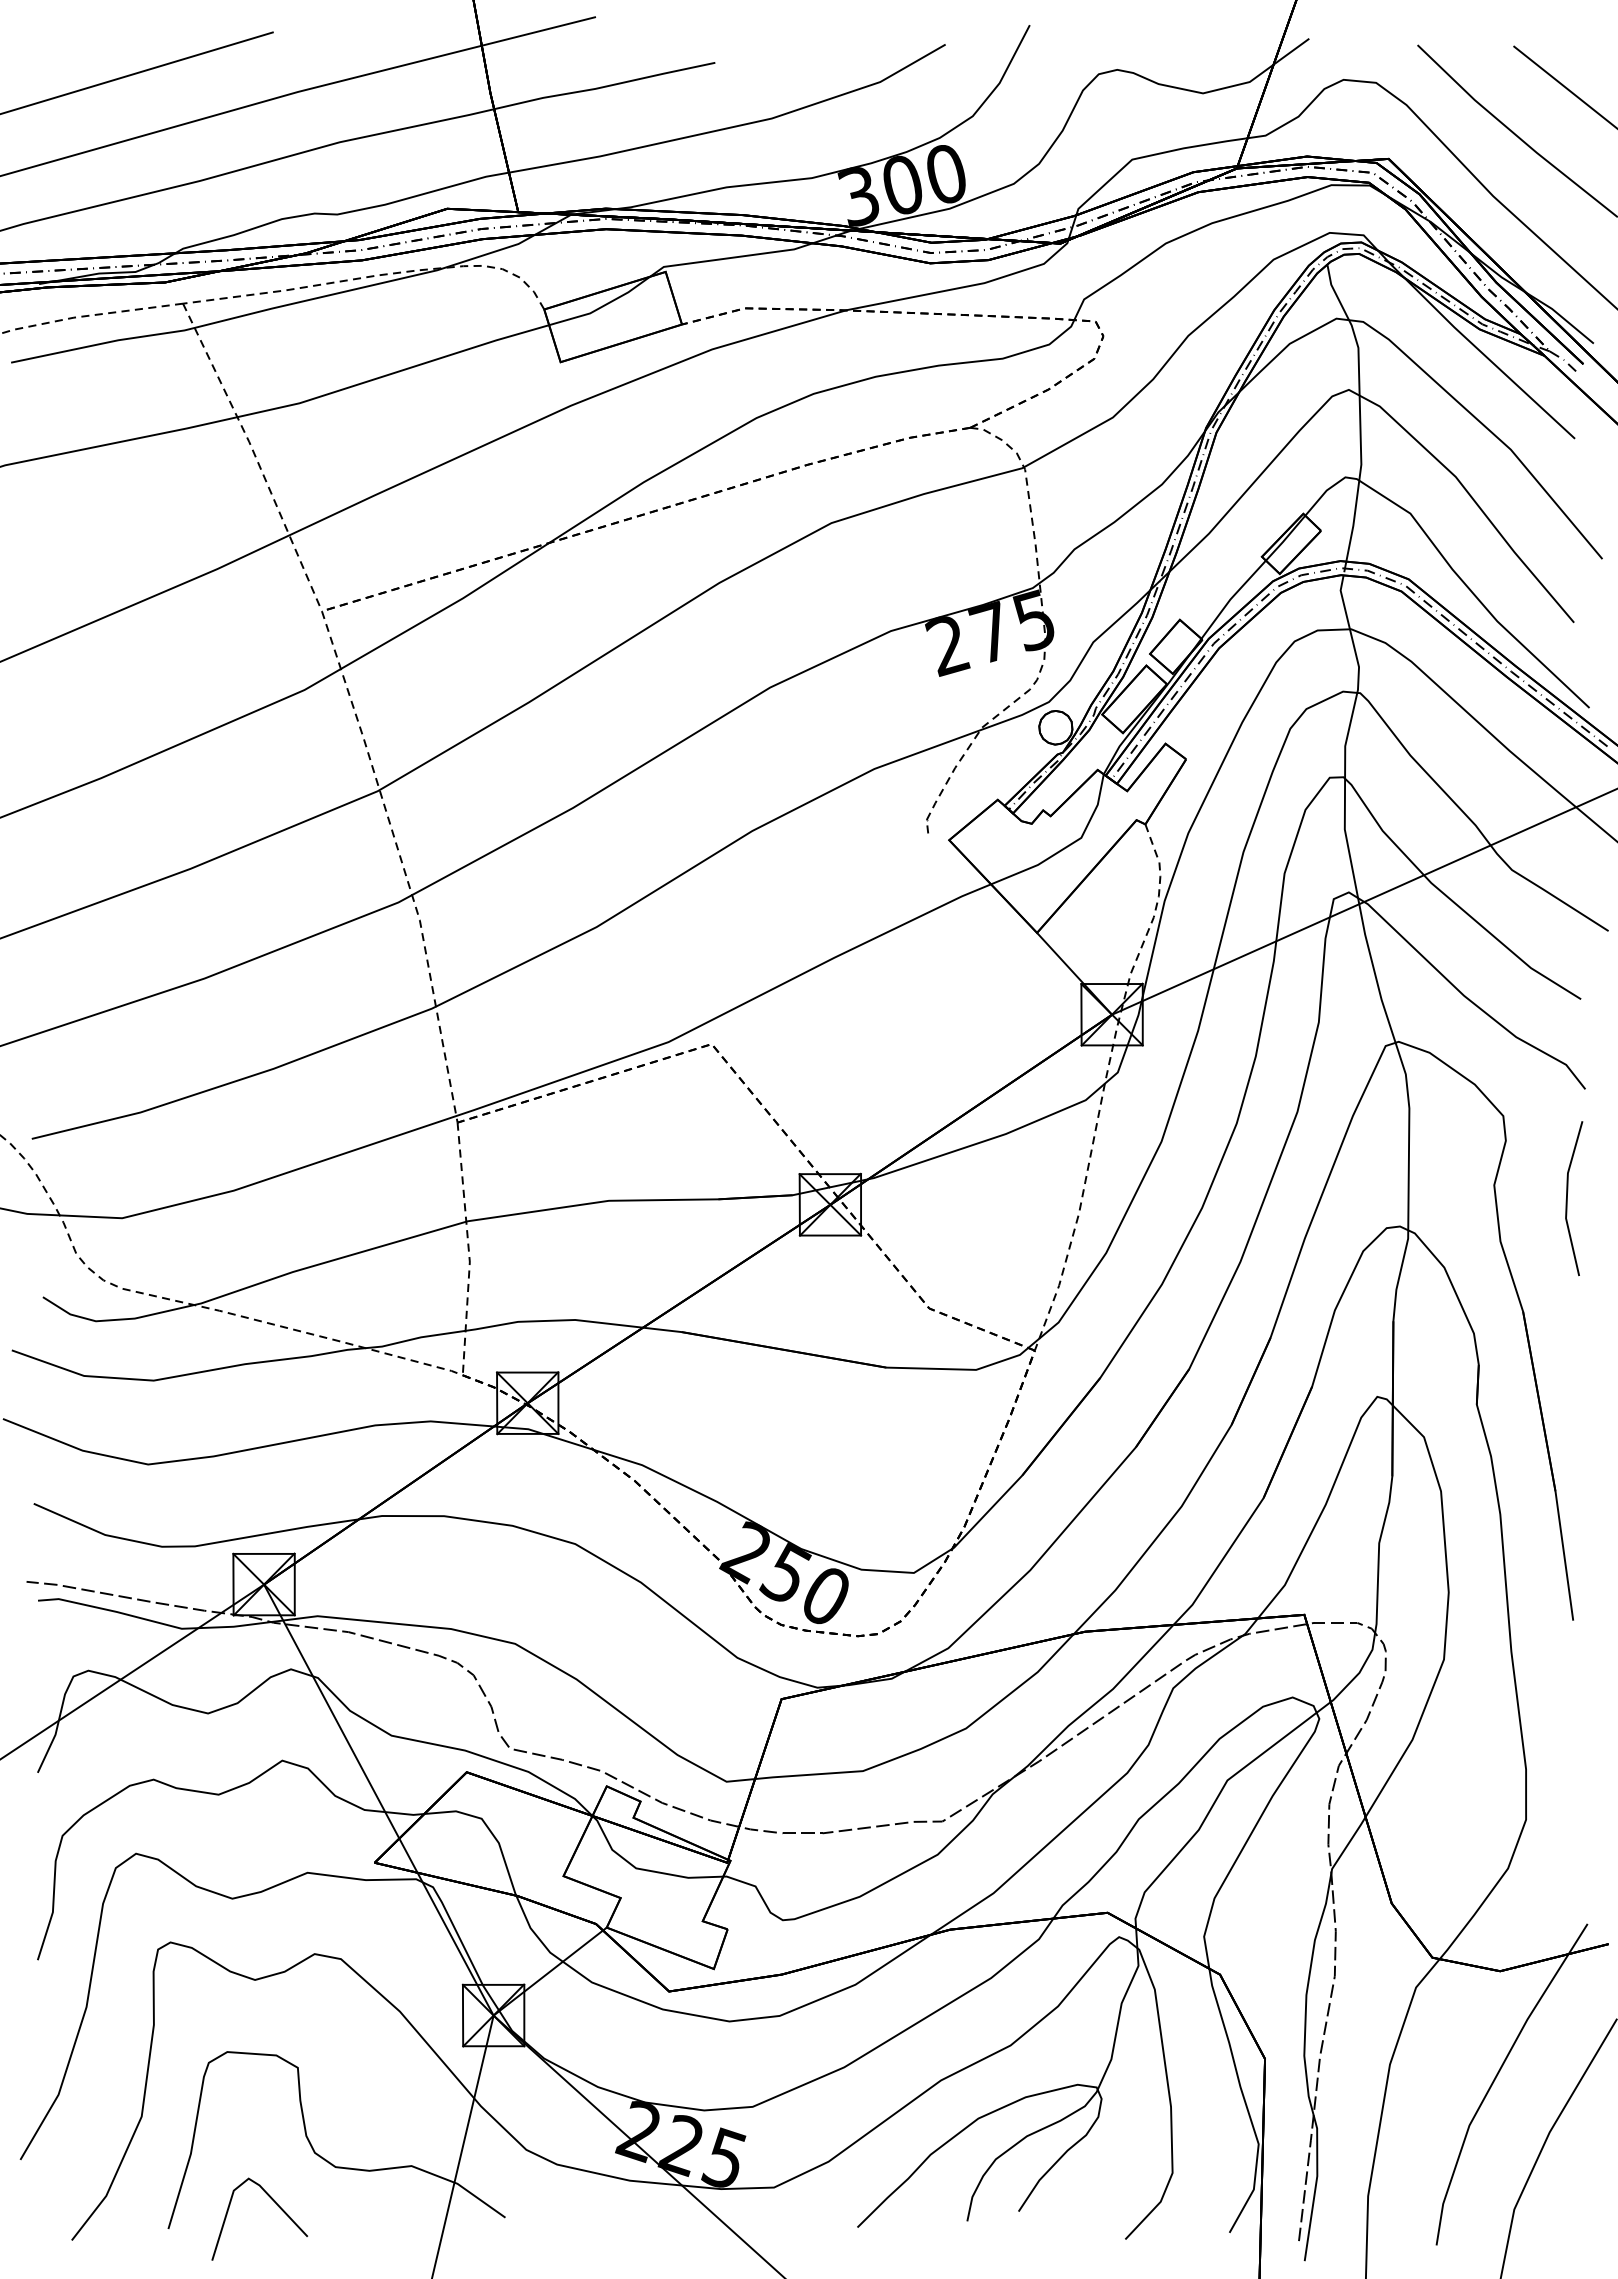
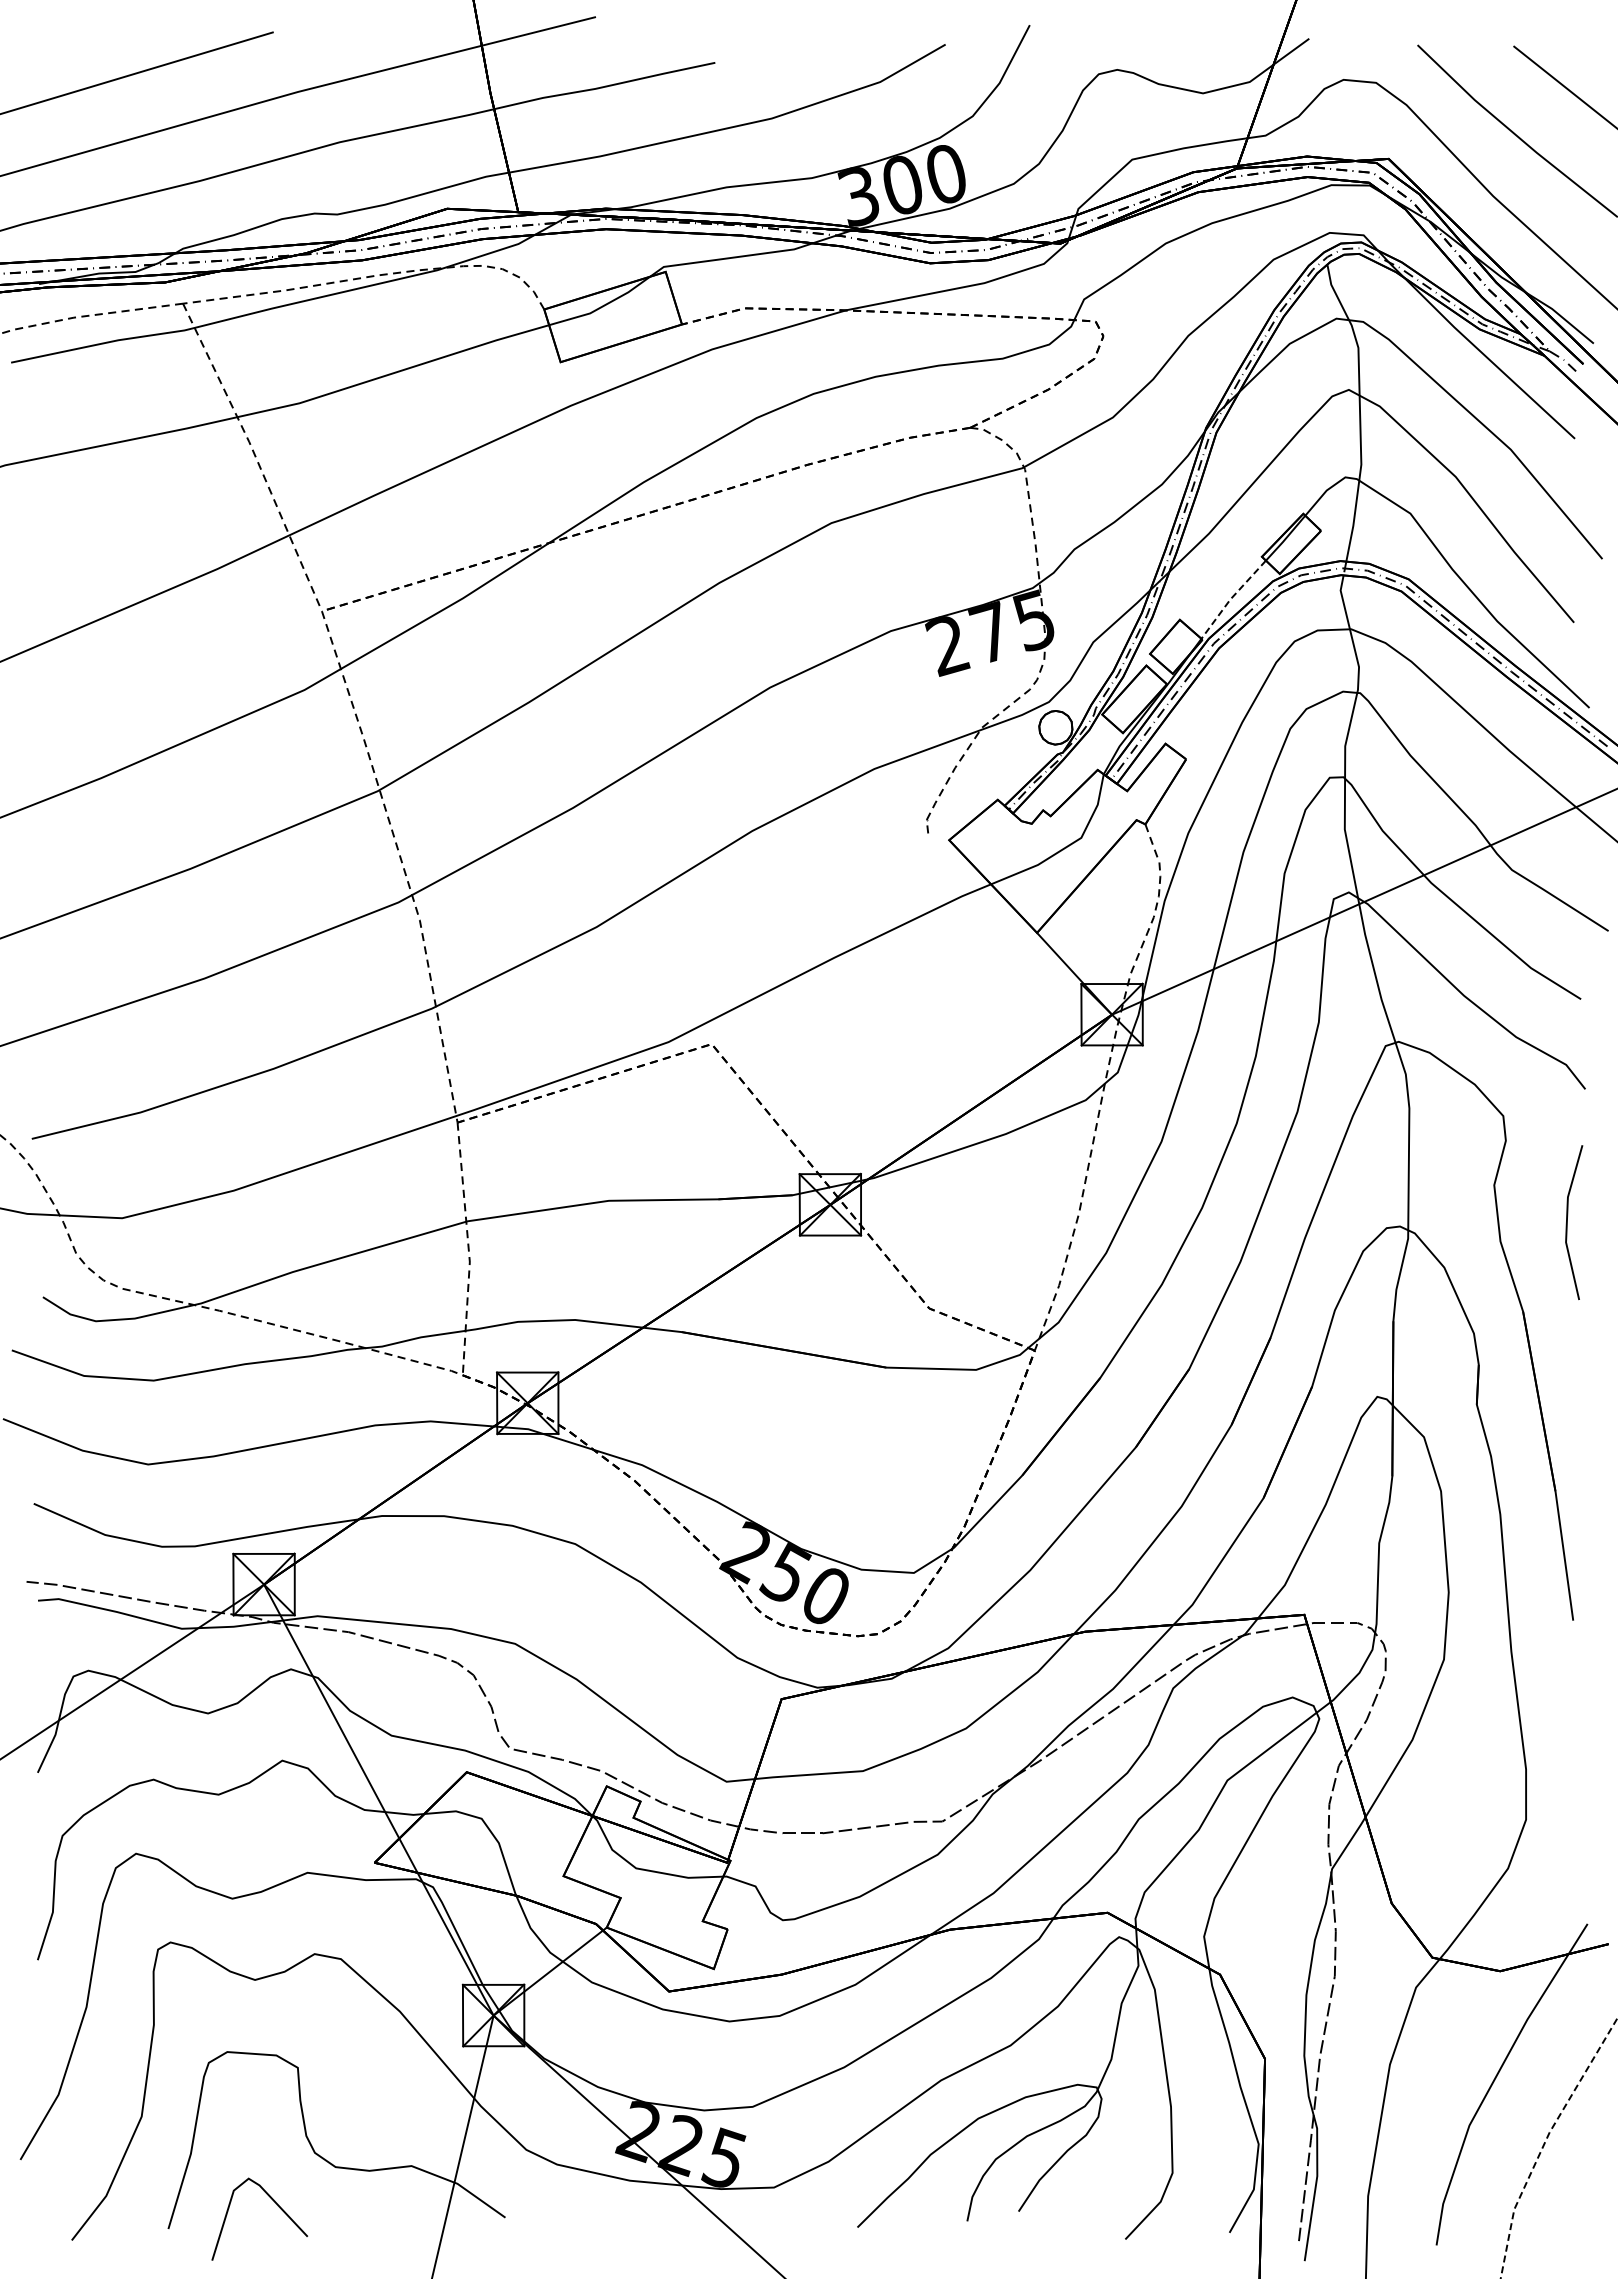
line at (1231, 598): solid -> dashed
line at (1567, 1198) position: (1567, 1198) -> (1567, 1222)
line at (1545, 2142): solid -> dashed
